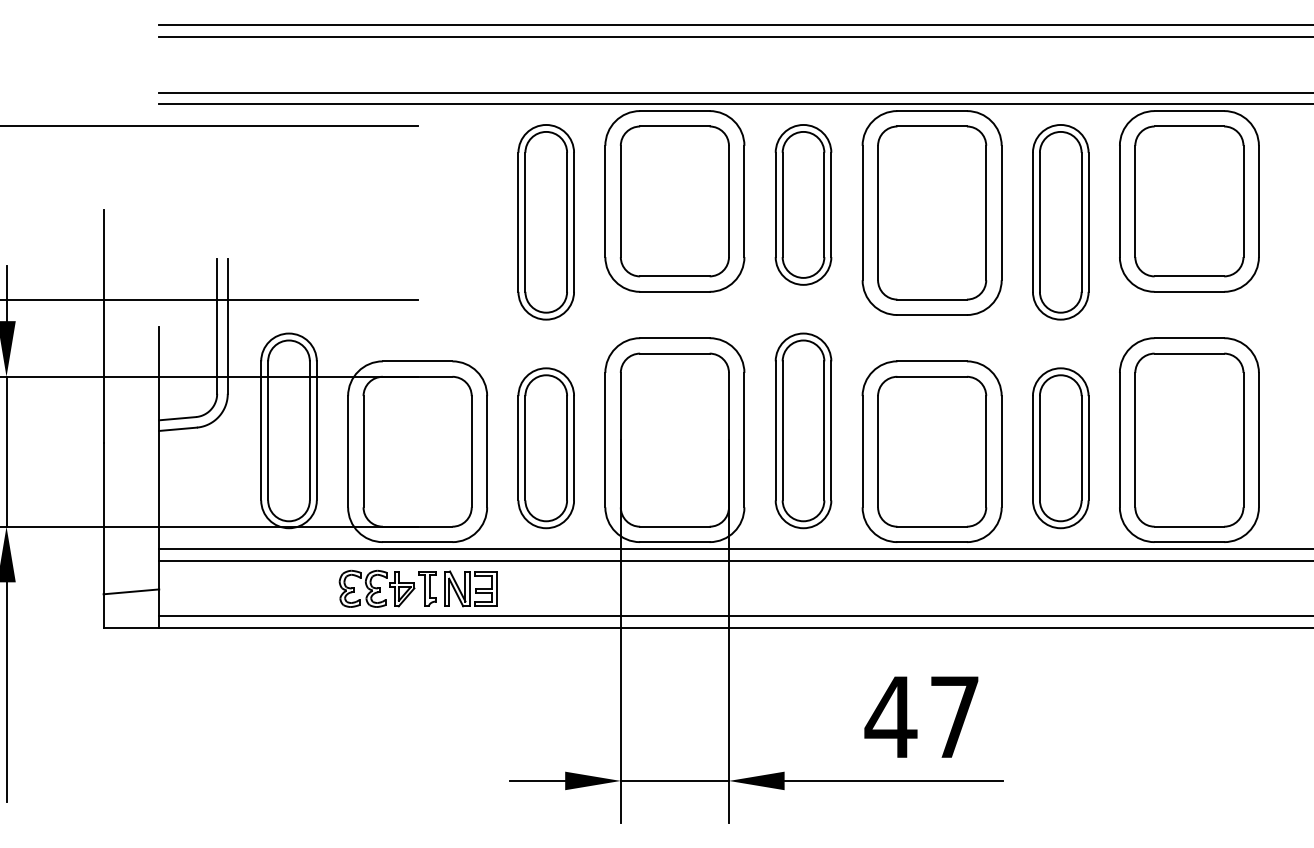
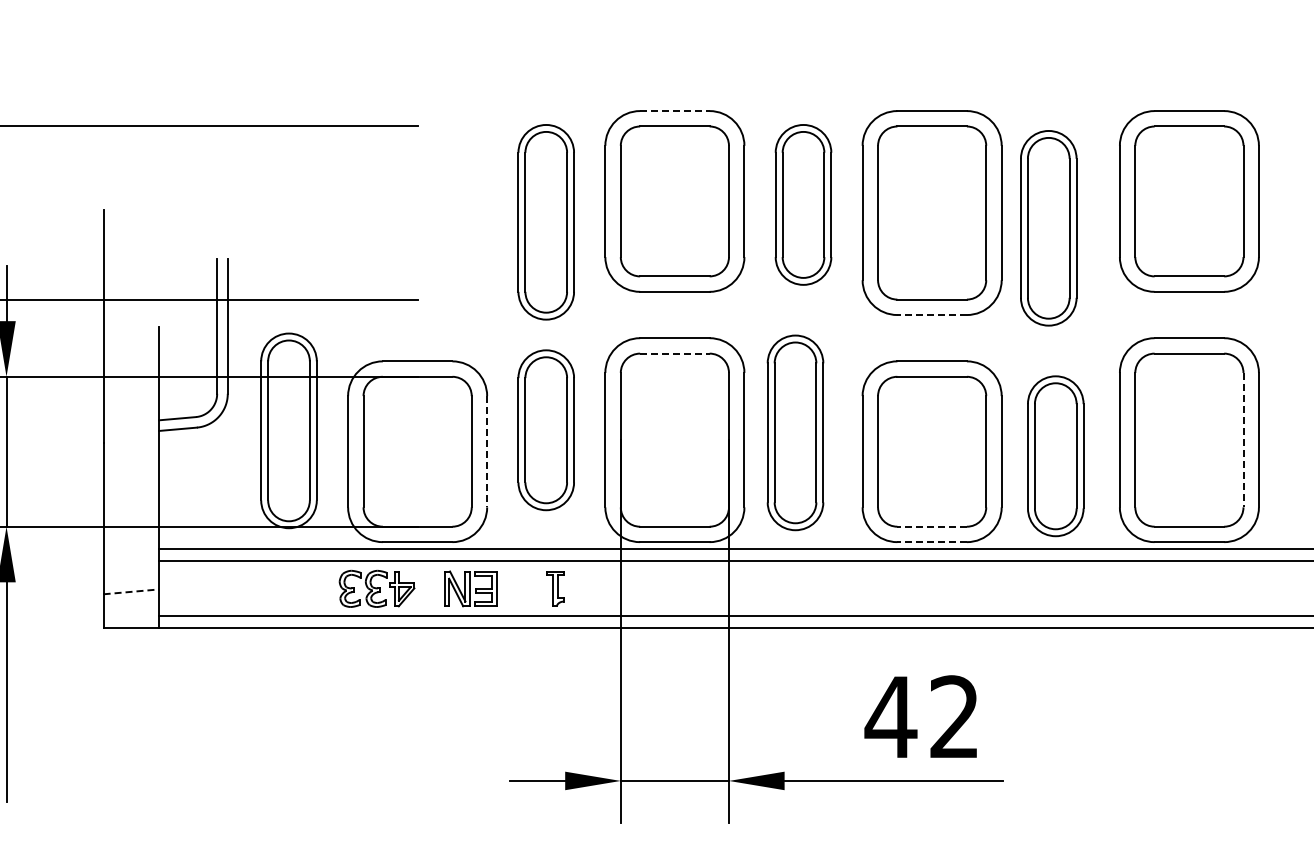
line at (734, 25): present -> none
line at (734, 36): present -> none
line at (734, 92): present -> none
line at (734, 104): present -> none
line at (674, 111): solid -> dashed
part at (1060, 222) position: (1060, 222) -> (1048, 228)
line at (932, 315): solid -> dashed
line at (674, 353): solid -> dashed
part at (803, 430) position: (803, 430) -> (795, 432)
line at (1243, 440): solid -> dashed
part at (545, 448) position: (545, 448) -> (545, 430)
part at (1060, 448) position: (1060, 448) -> (1055, 456)
line at (487, 451): solid -> dashed
line at (932, 526): solid -> dashed
line at (932, 542): solid -> dashed
part at (427, 588) position: (427, 588) -> (555, 588)
line at (131, 591): solid -> dashed
text at (954, 716): 47 -> 42
